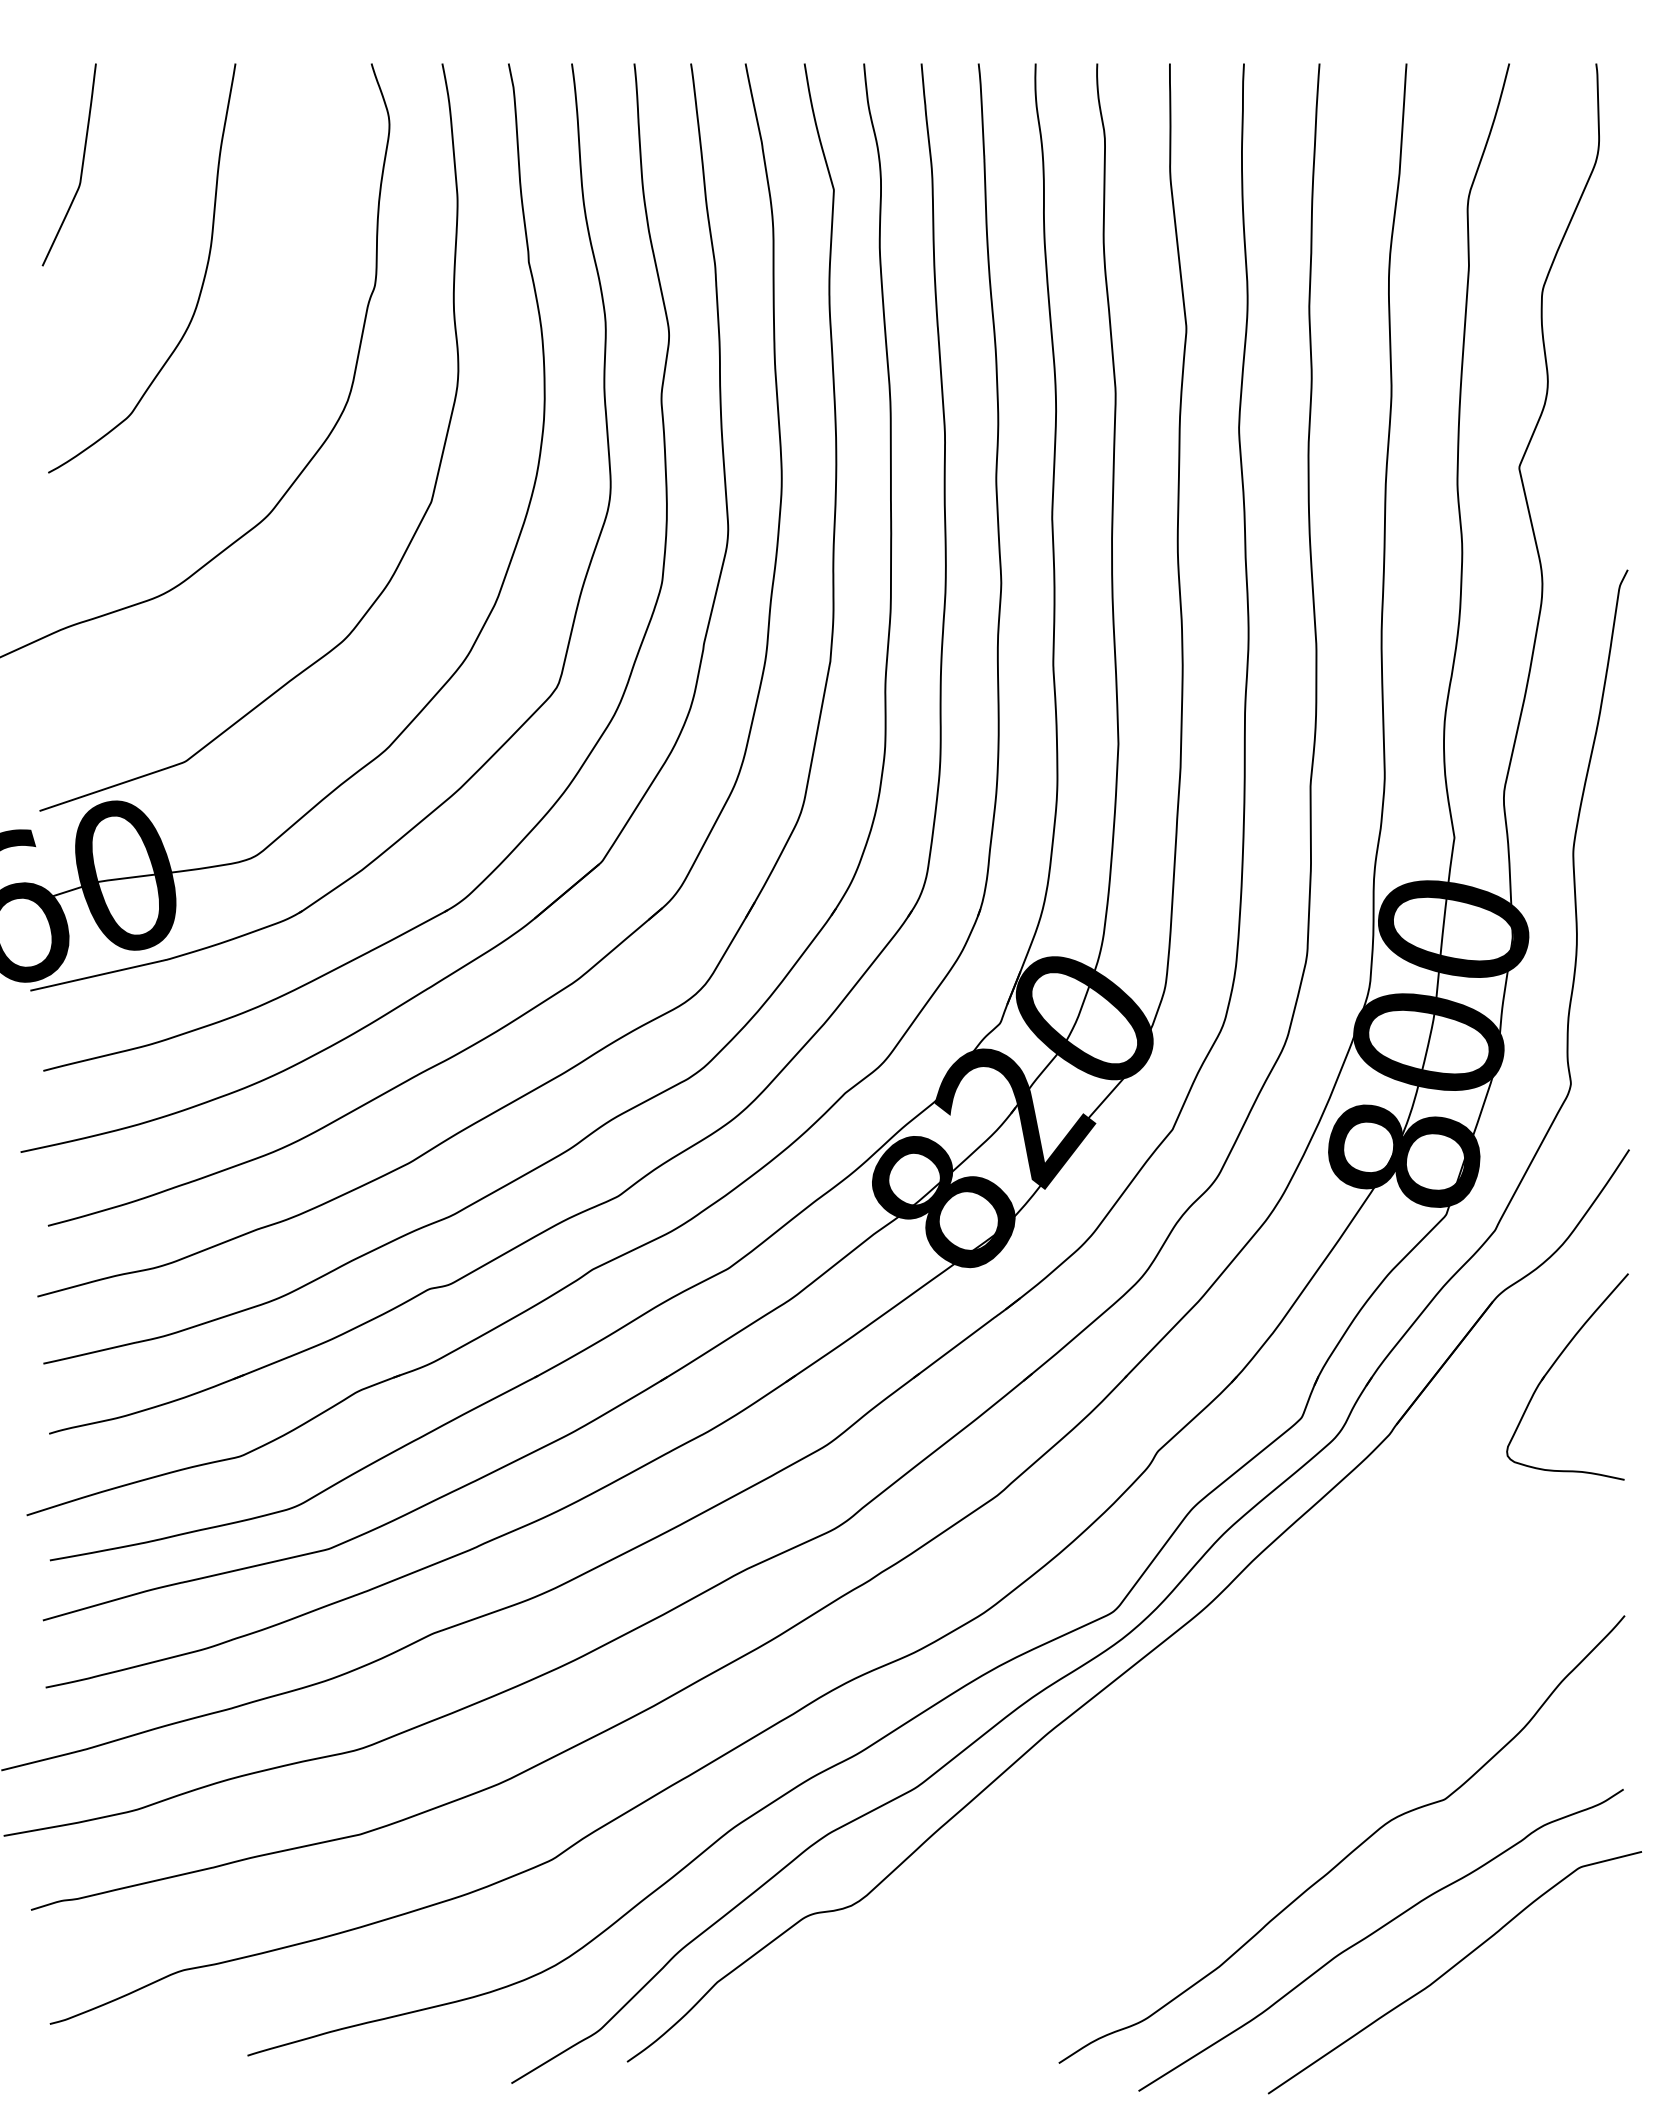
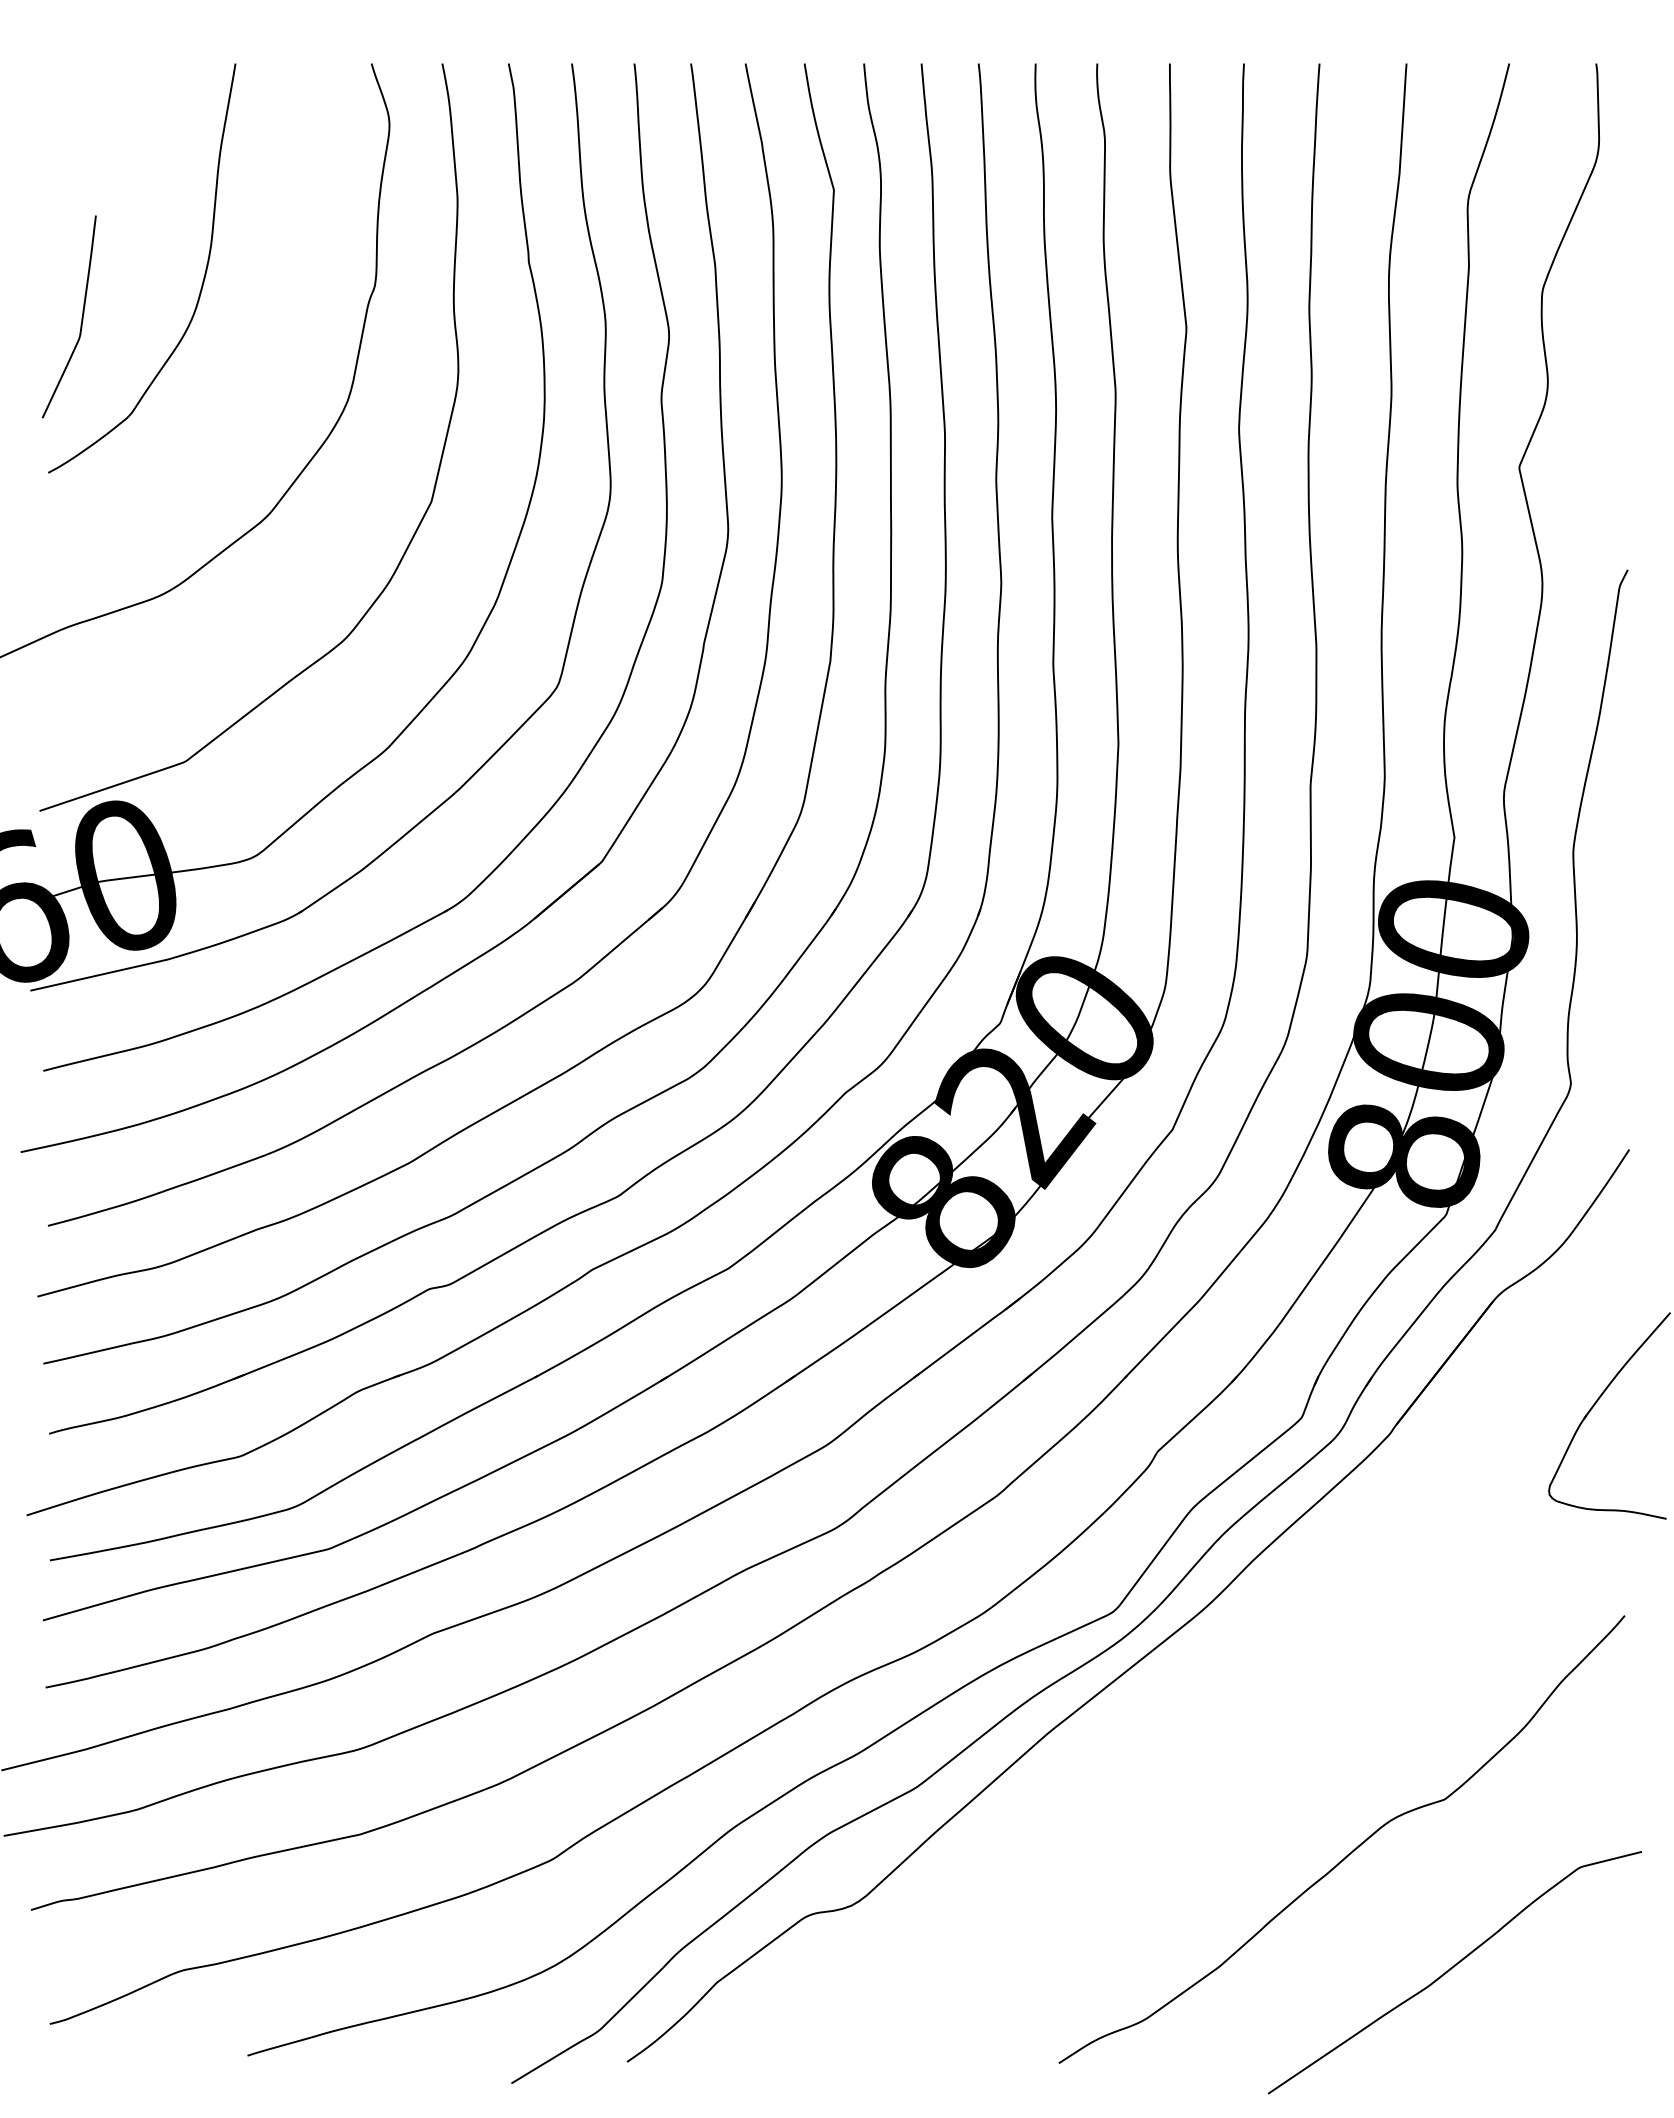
curve at (81, 165) position: (81, 165) -> (81, 317)
part at (1552, 1367) position: (1552, 1367) -> (1594, 1406)
curve at (1376, 1932): present -> none
